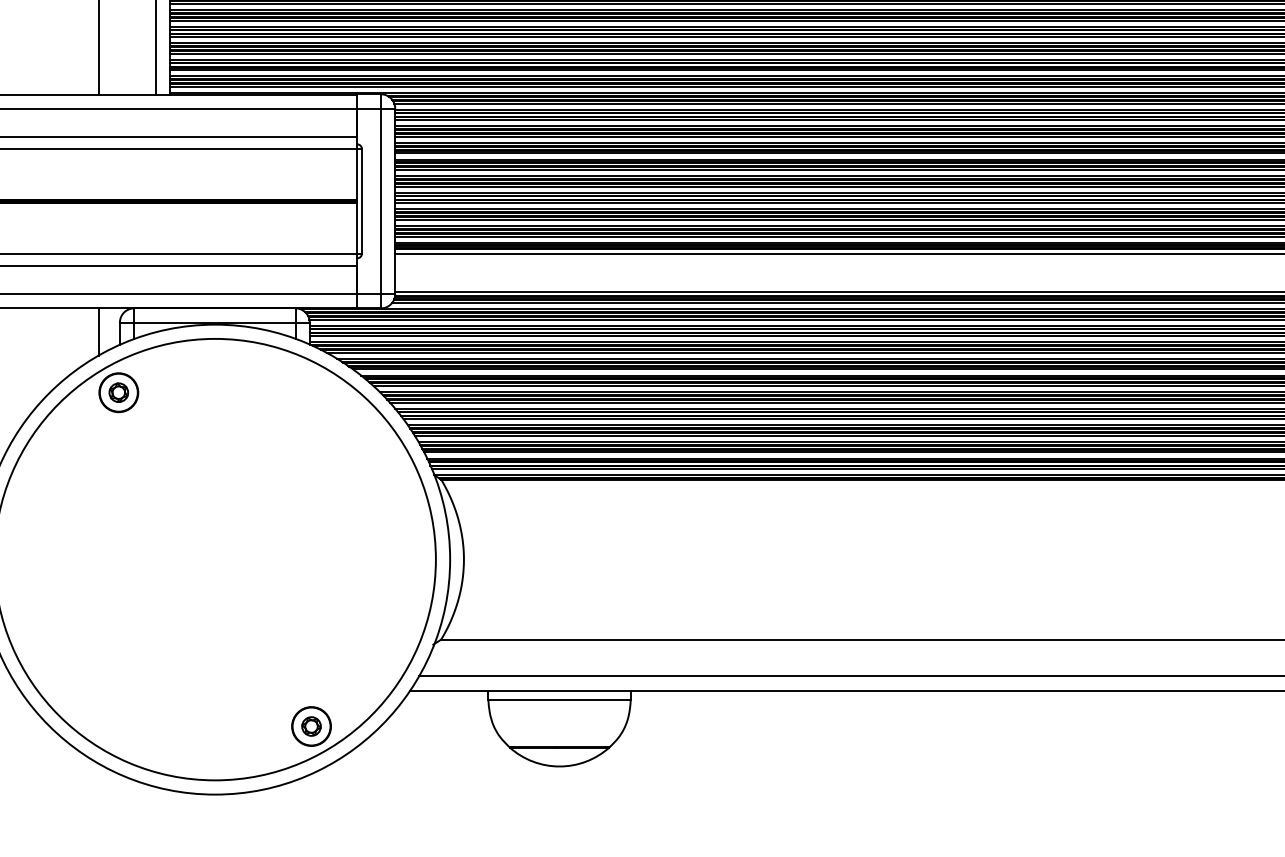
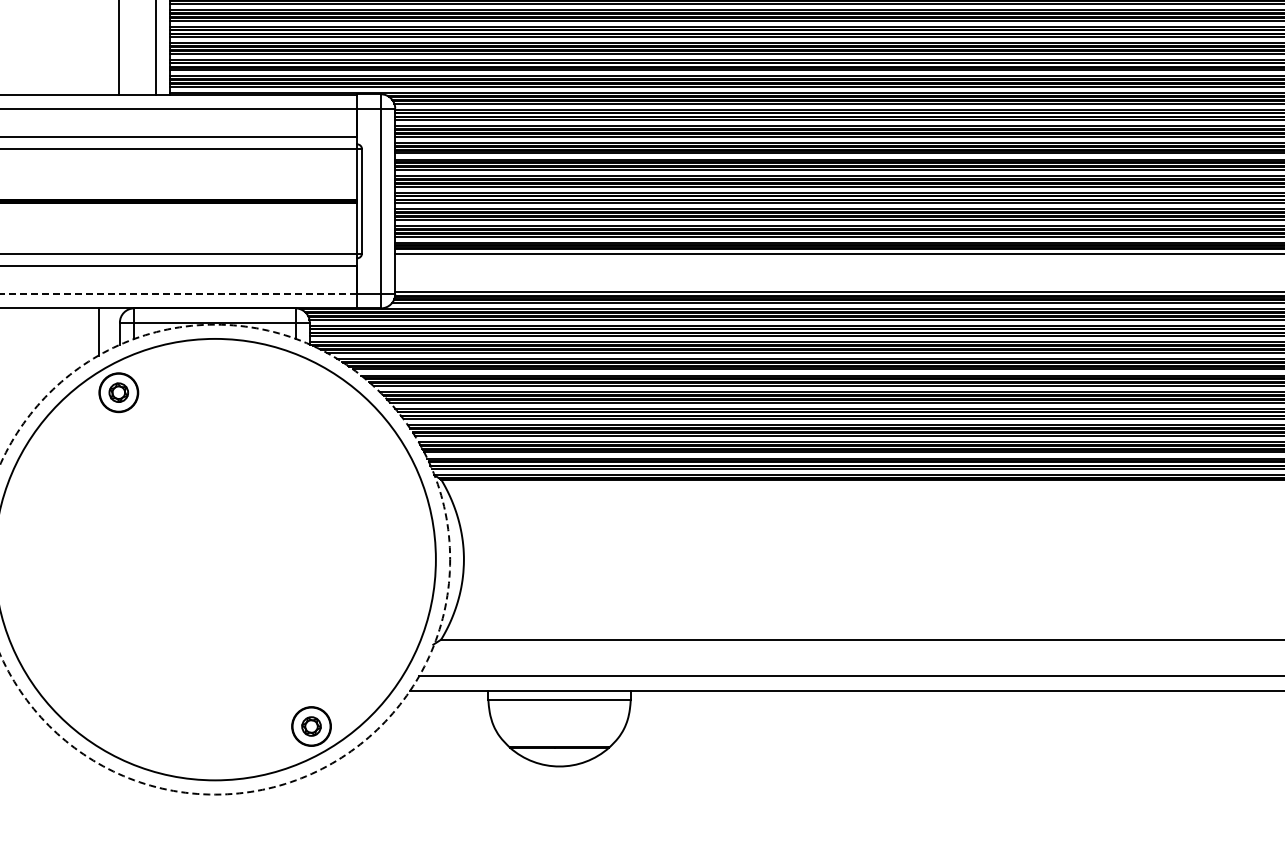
line at (98, 48) position: (98, 48) -> (118, 48)
line at (179, 294): solid -> dashed
circle at (225, 559): solid -> dashed
